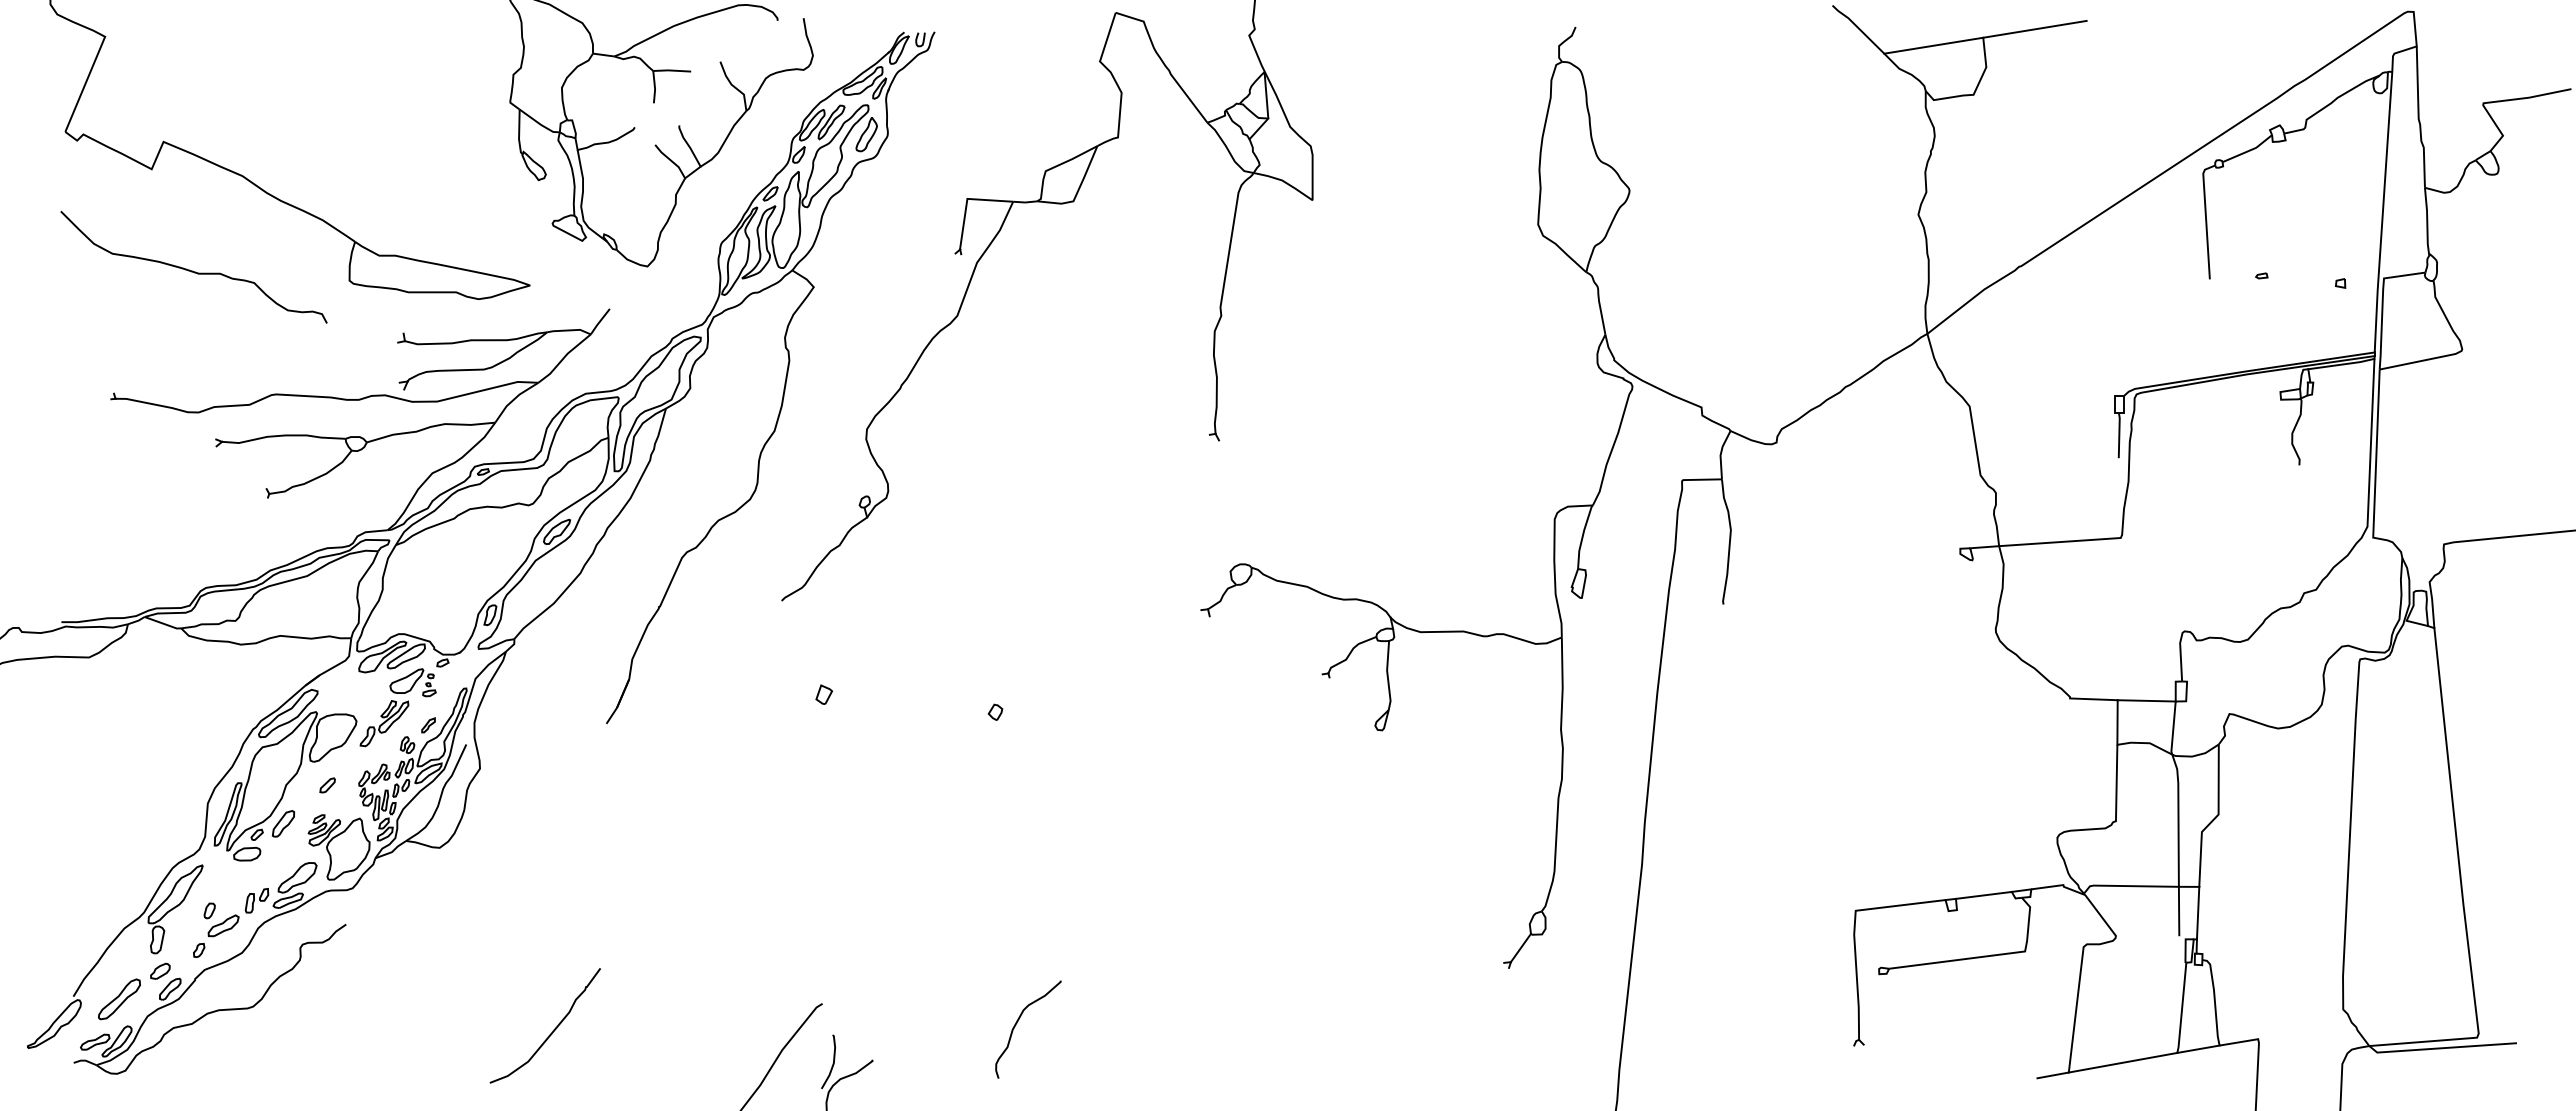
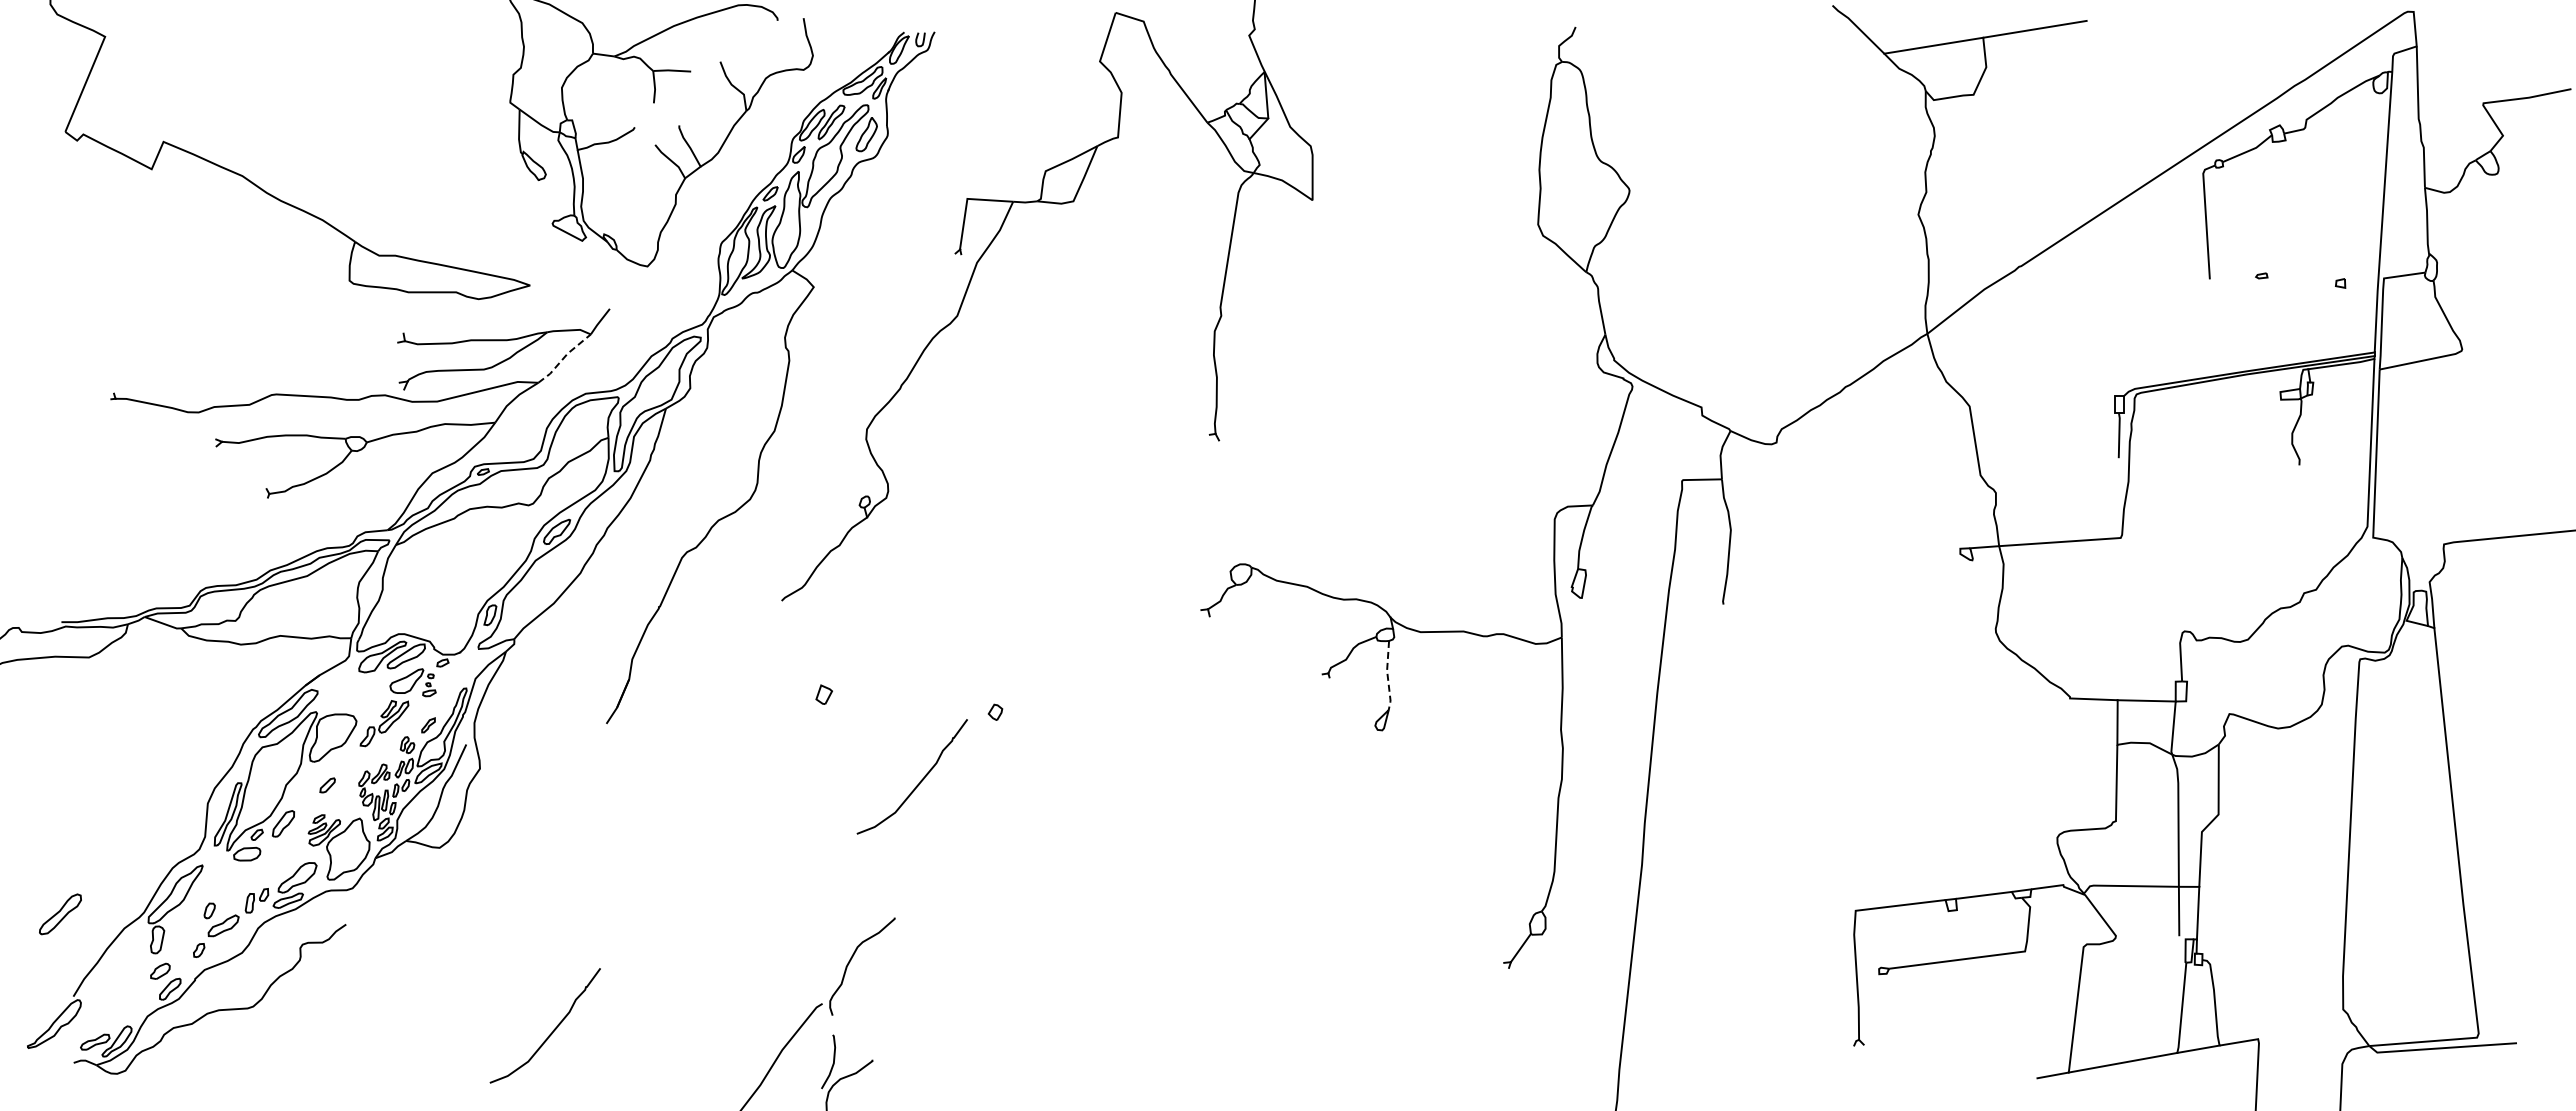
curve at (192, 270): present -> none
line at (564, 357): solid -> dashed
line at (1387, 676): solid -> dashed
curve at (920, 780): none -> present
part at (119, 999) position: (119, 999) -> (60, 914)
curve at (1017, 1023) position: (1017, 1023) -> (851, 960)
